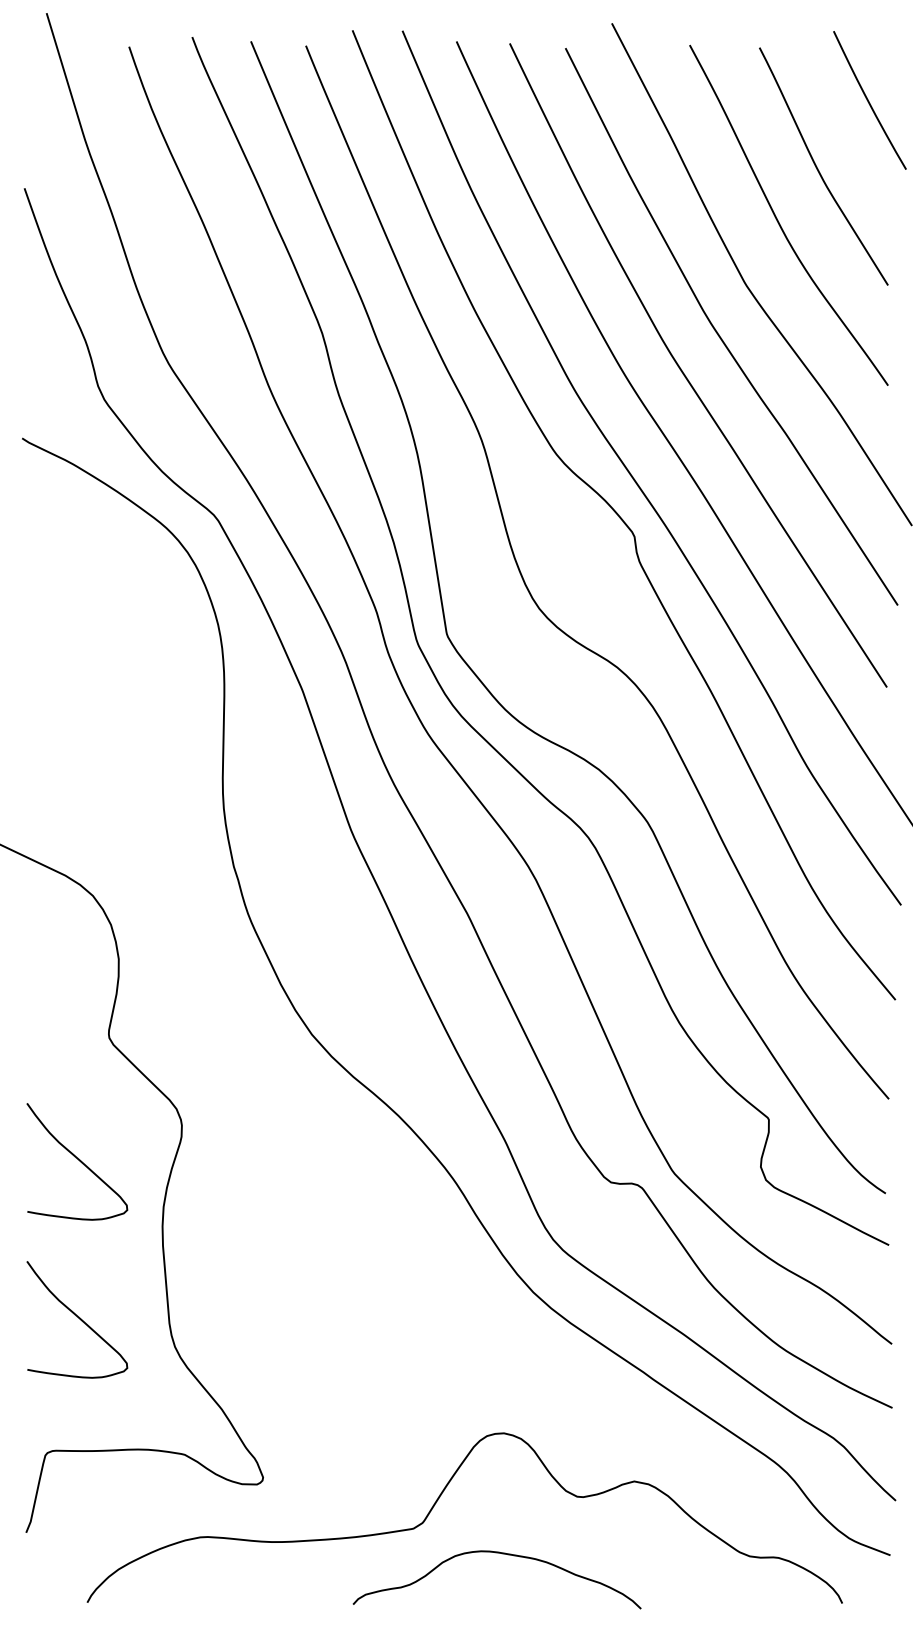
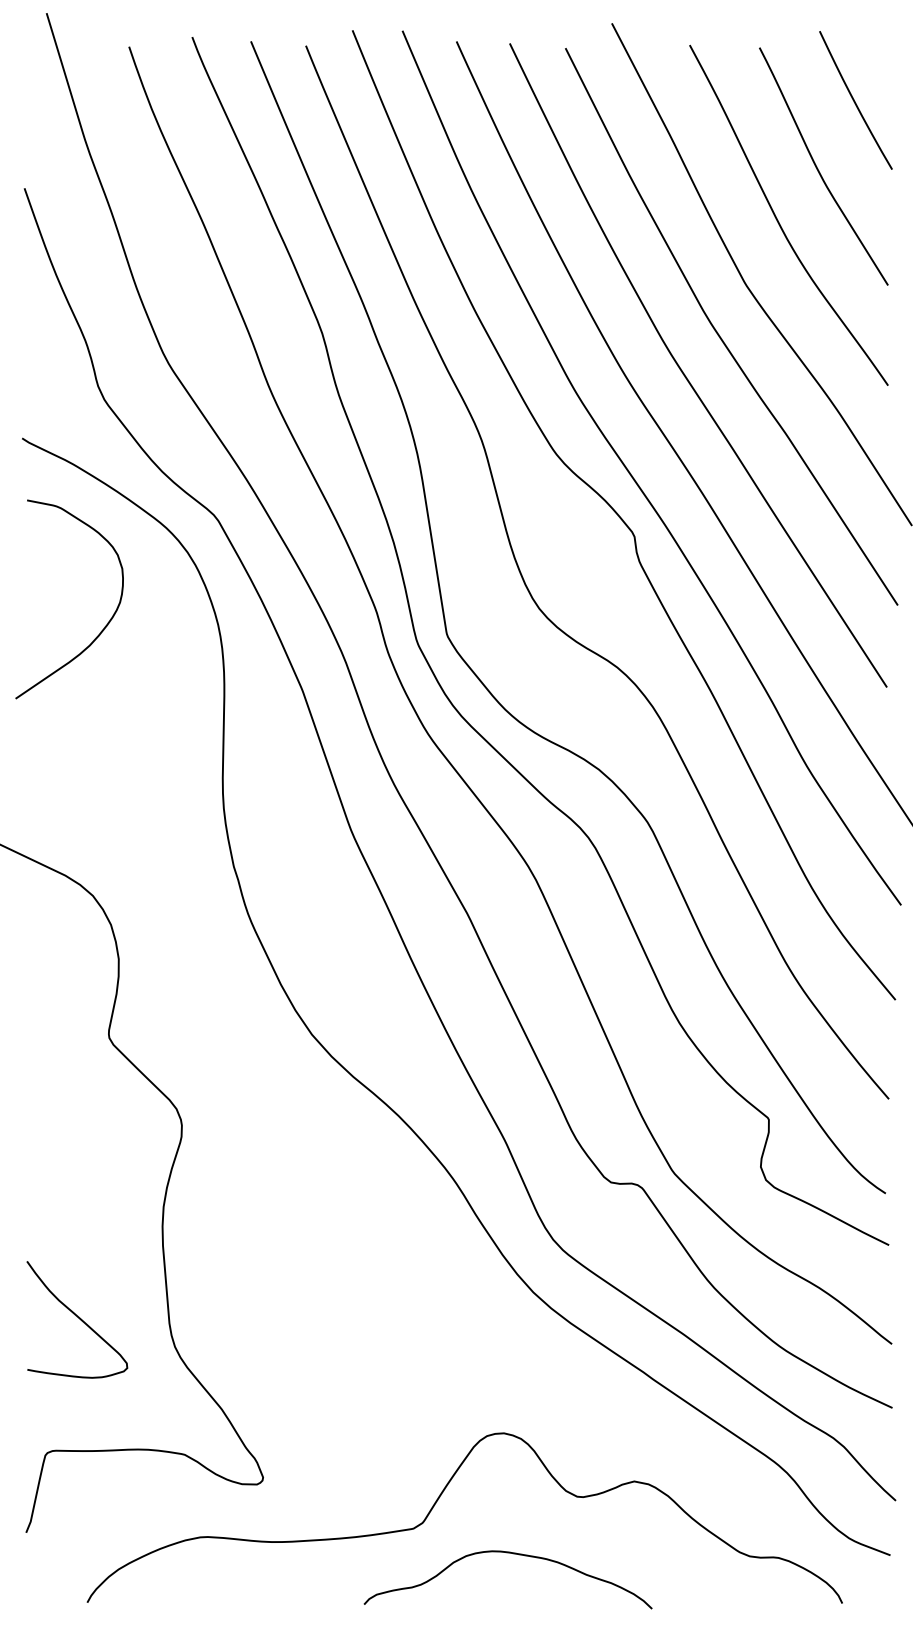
curve at (868, 100) position: (868, 100) -> (854, 100)
curve at (104, 626): none -> present
curve at (78, 1160): present -> none
curve at (502, 1554) position: (502, 1554) -> (513, 1554)
